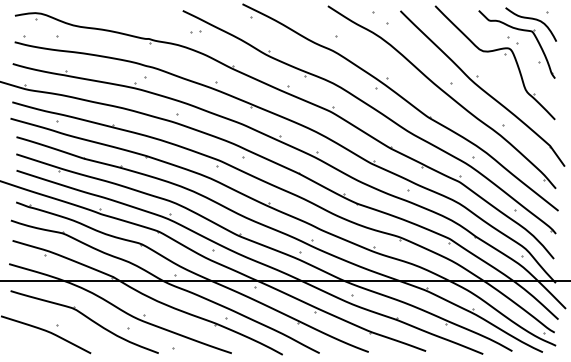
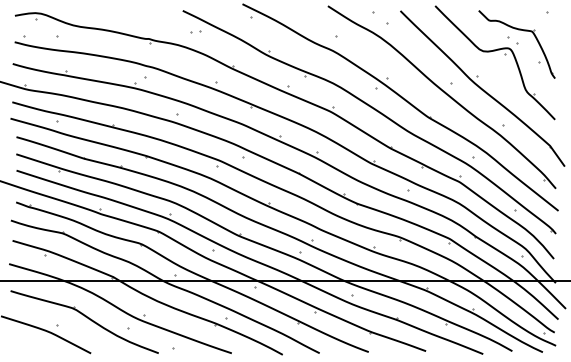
curve at (530, 19): present -> none
